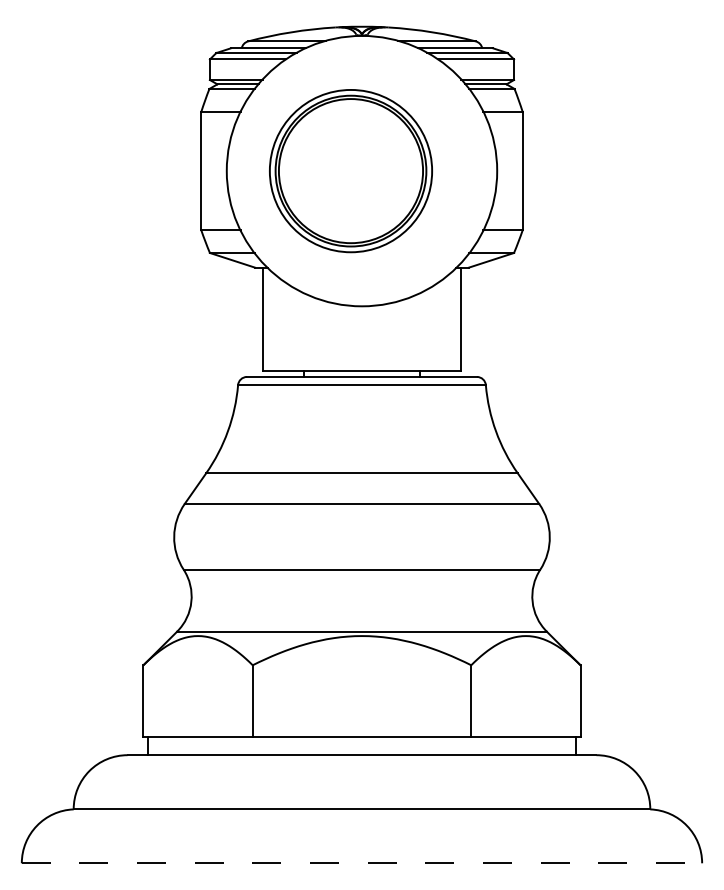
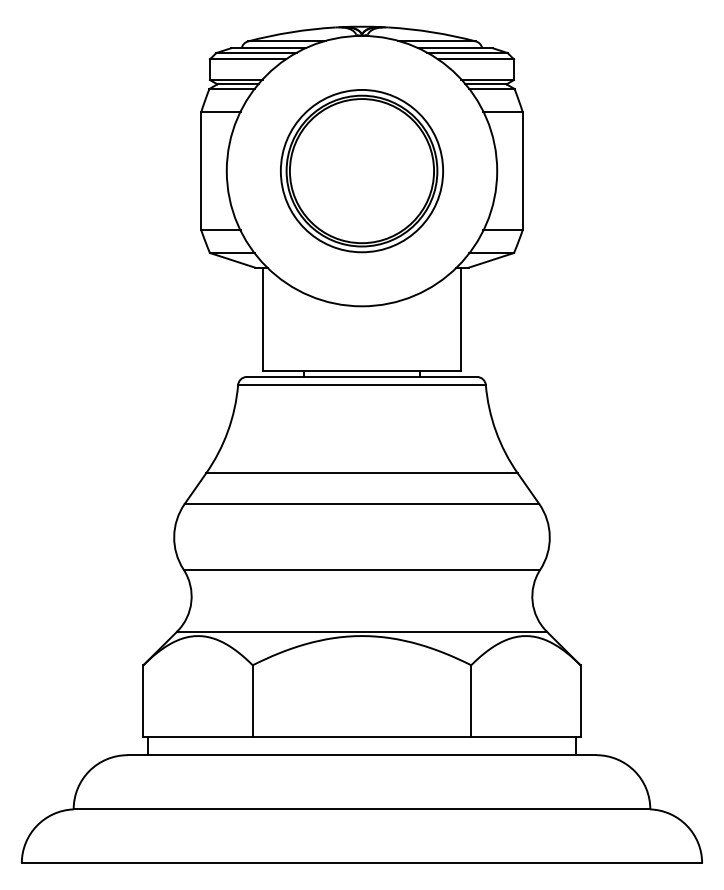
part at (350, 171) position: (350, 171) -> (361, 171)
line at (362, 863): dashed -> solid
